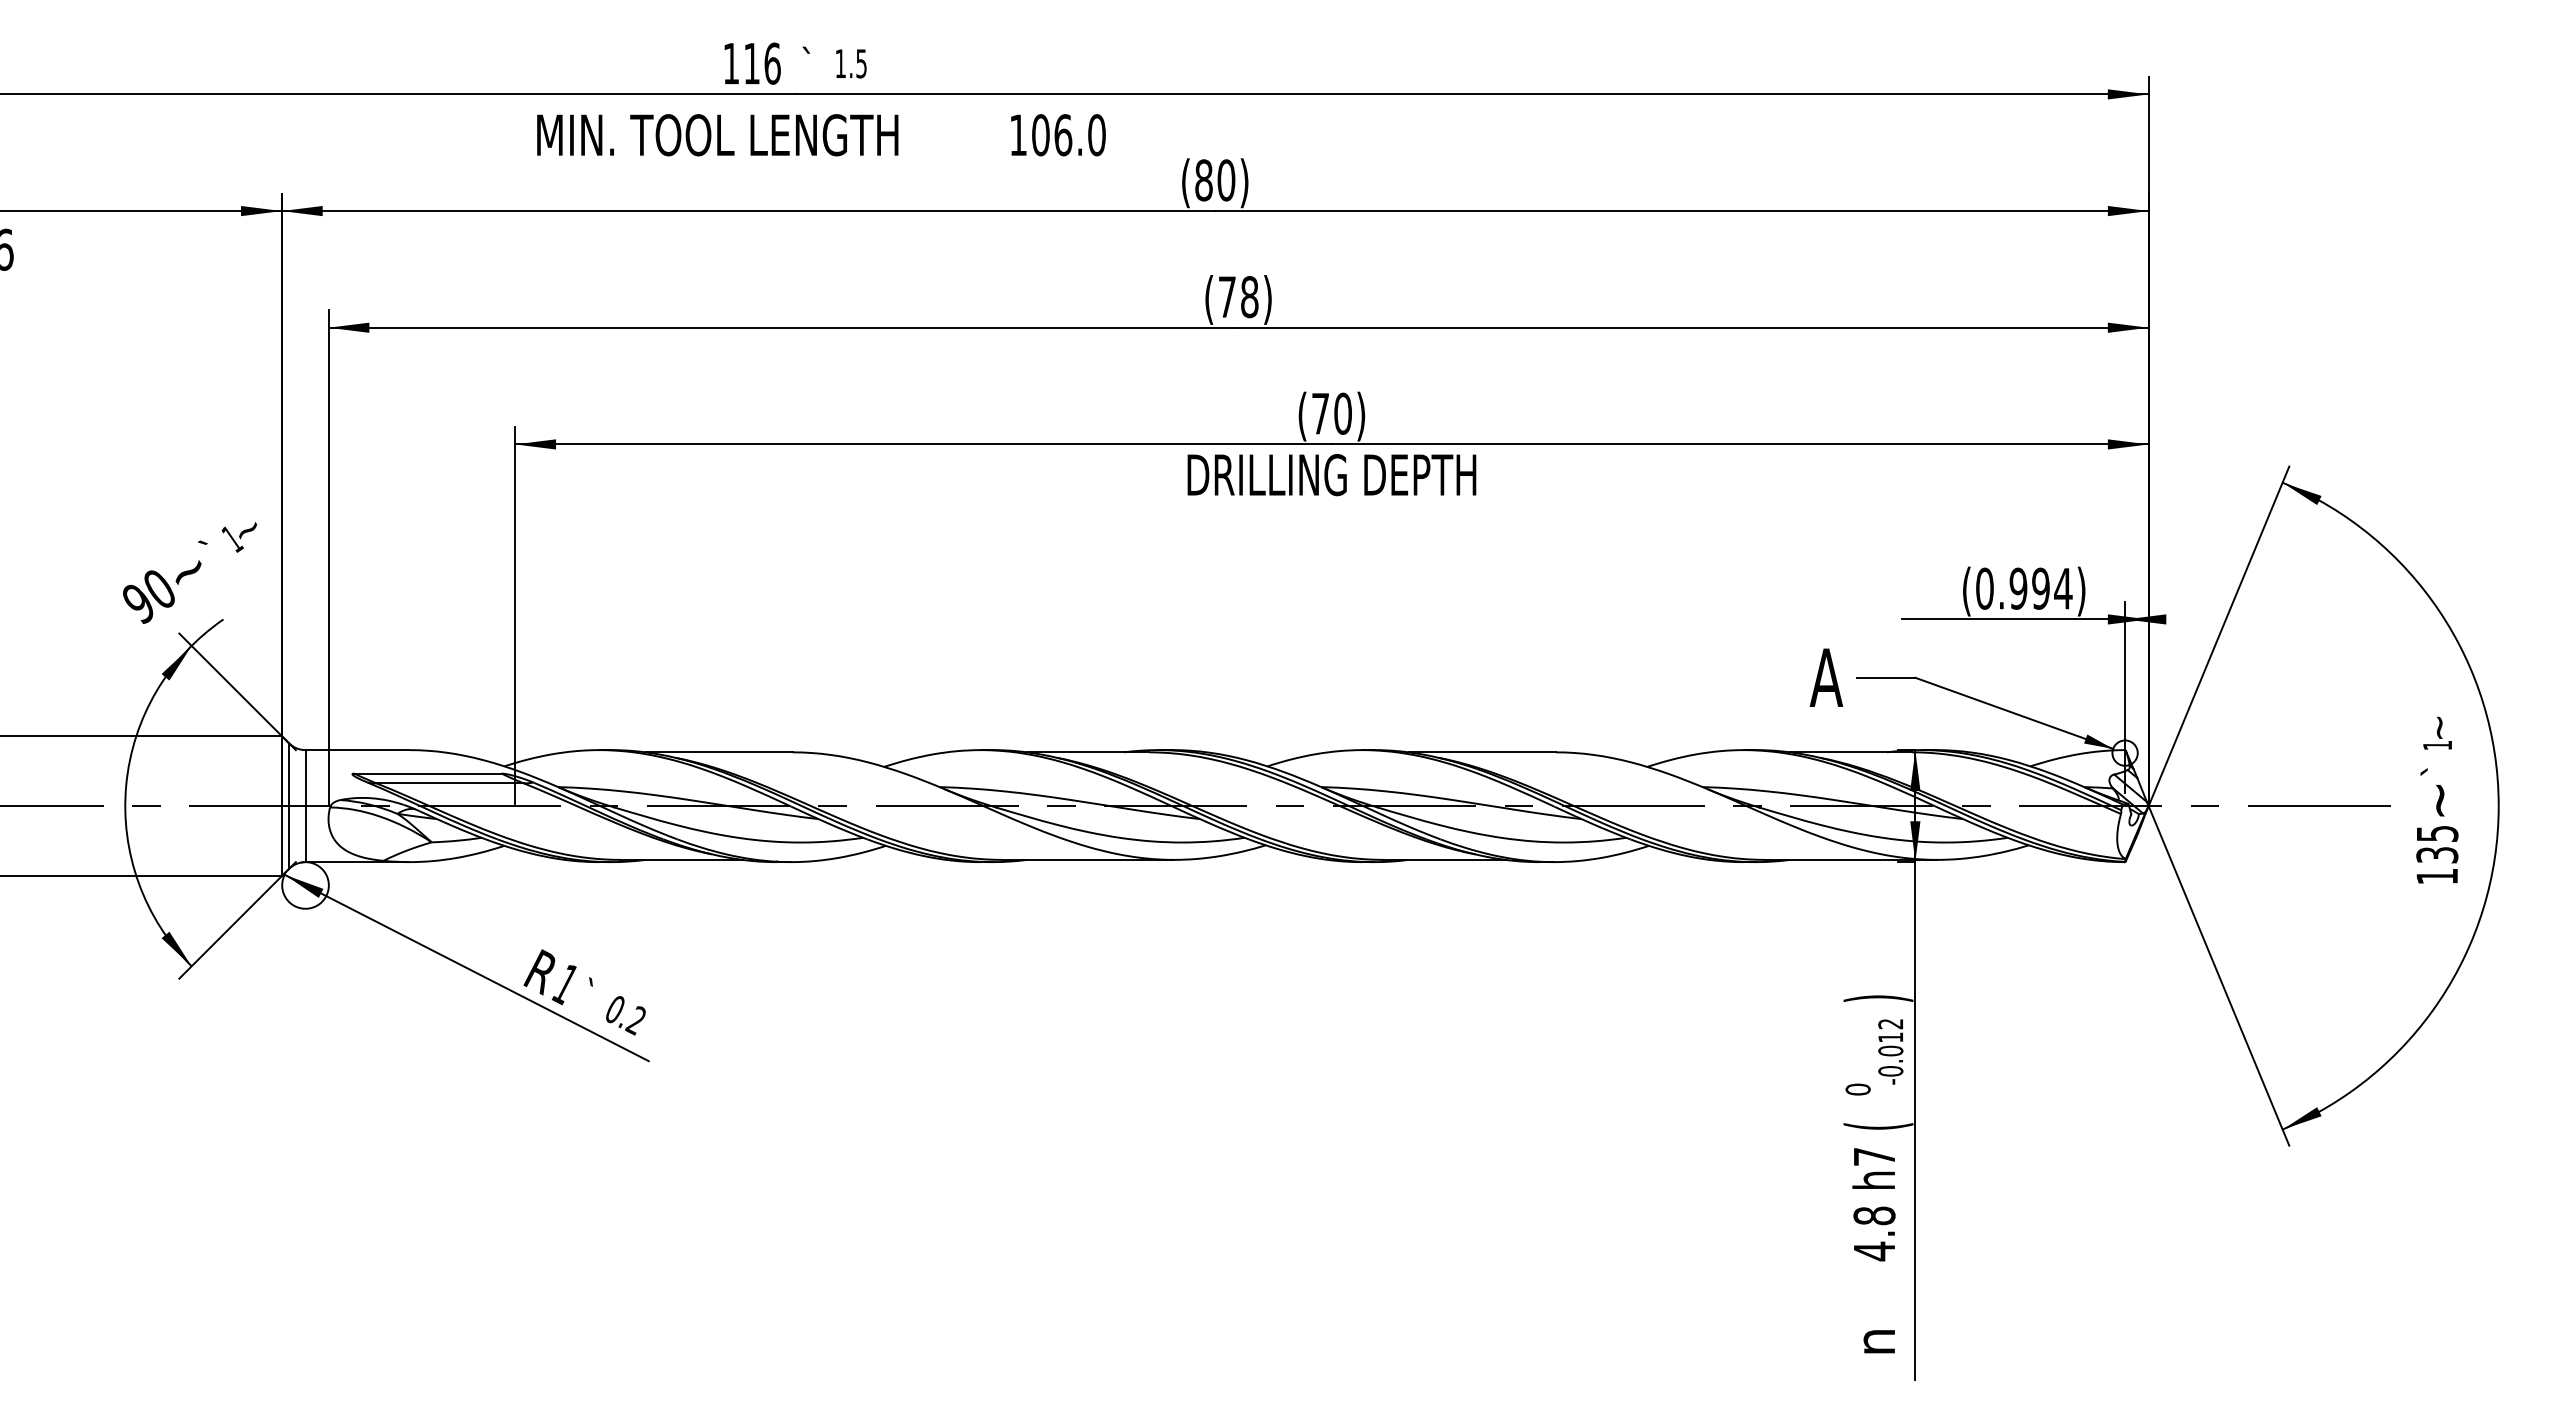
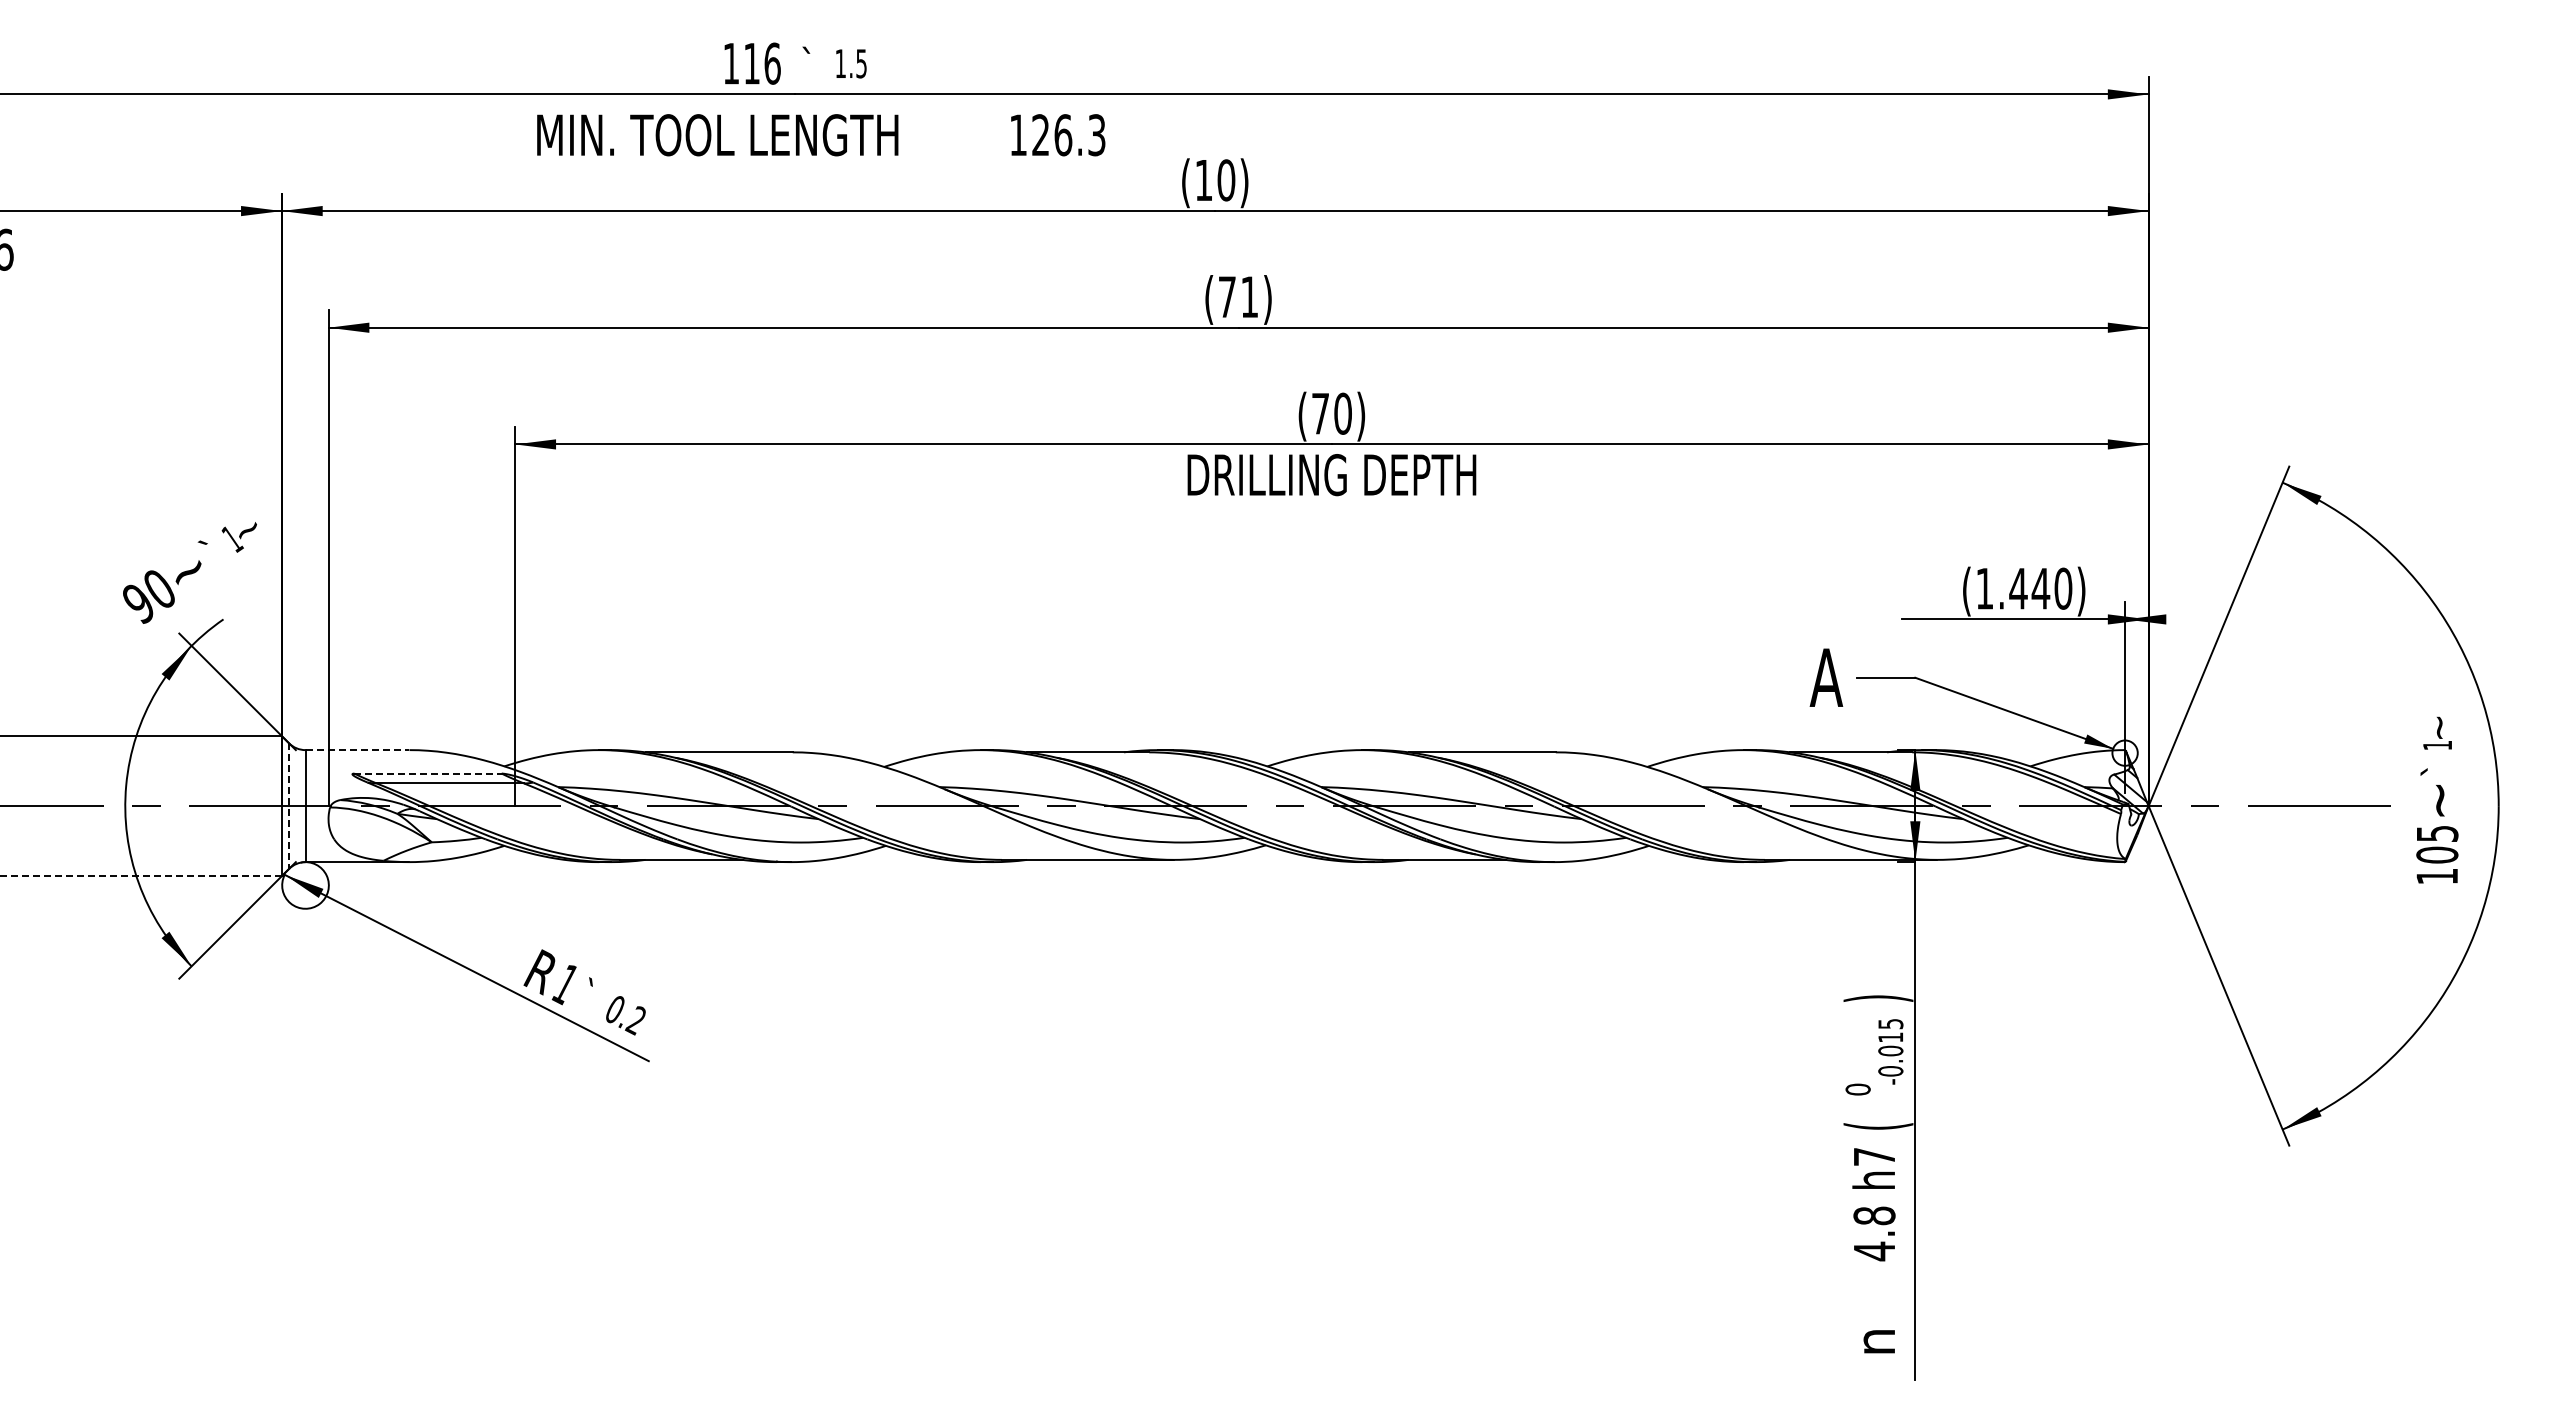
text at (1068, 135): 106.0 -> 126.3
text at (1203, 180): (80) -> (10)
text at (1249, 297): (78) -> (71)
text at (2024, 588): (0.994) -> (1.440)
line at (357, 750): solid -> dashed
line at (428, 773): solid -> dashed
line at (289, 806): solid -> dashed
text at (2437, 854): 135 -> 105
line at (141, 876): solid -> dashed
text at (1890, 1024): -0.012 -> -0.015
